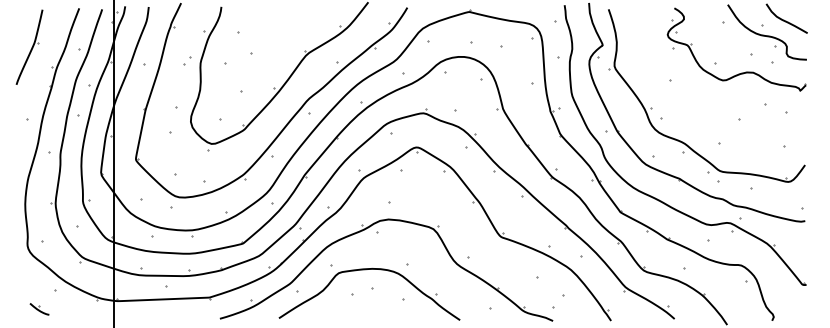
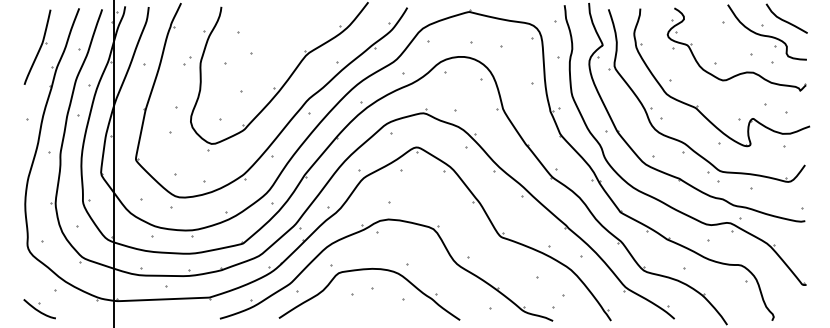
part at (29, 46) position: (29, 46) -> (37, 46)
part at (697, 105): none -> present
part at (39, 309) size: 21x13 px -> 33x21 px
